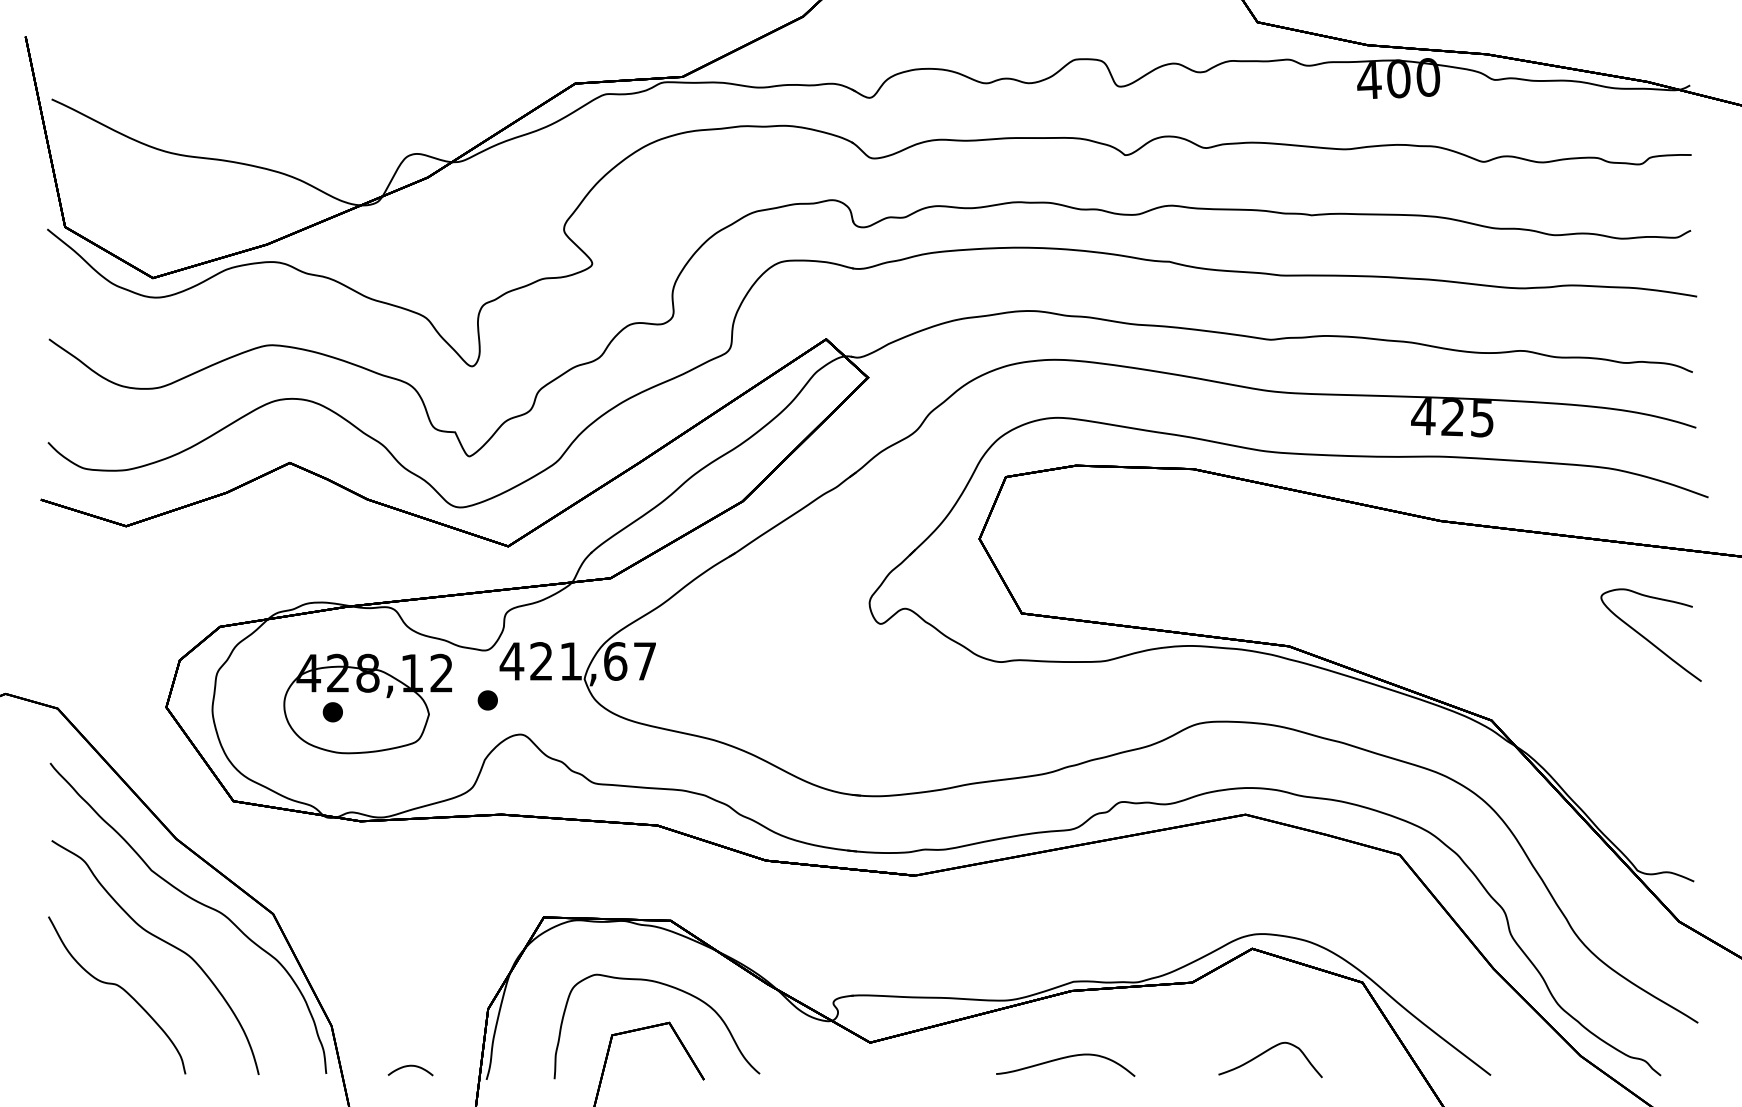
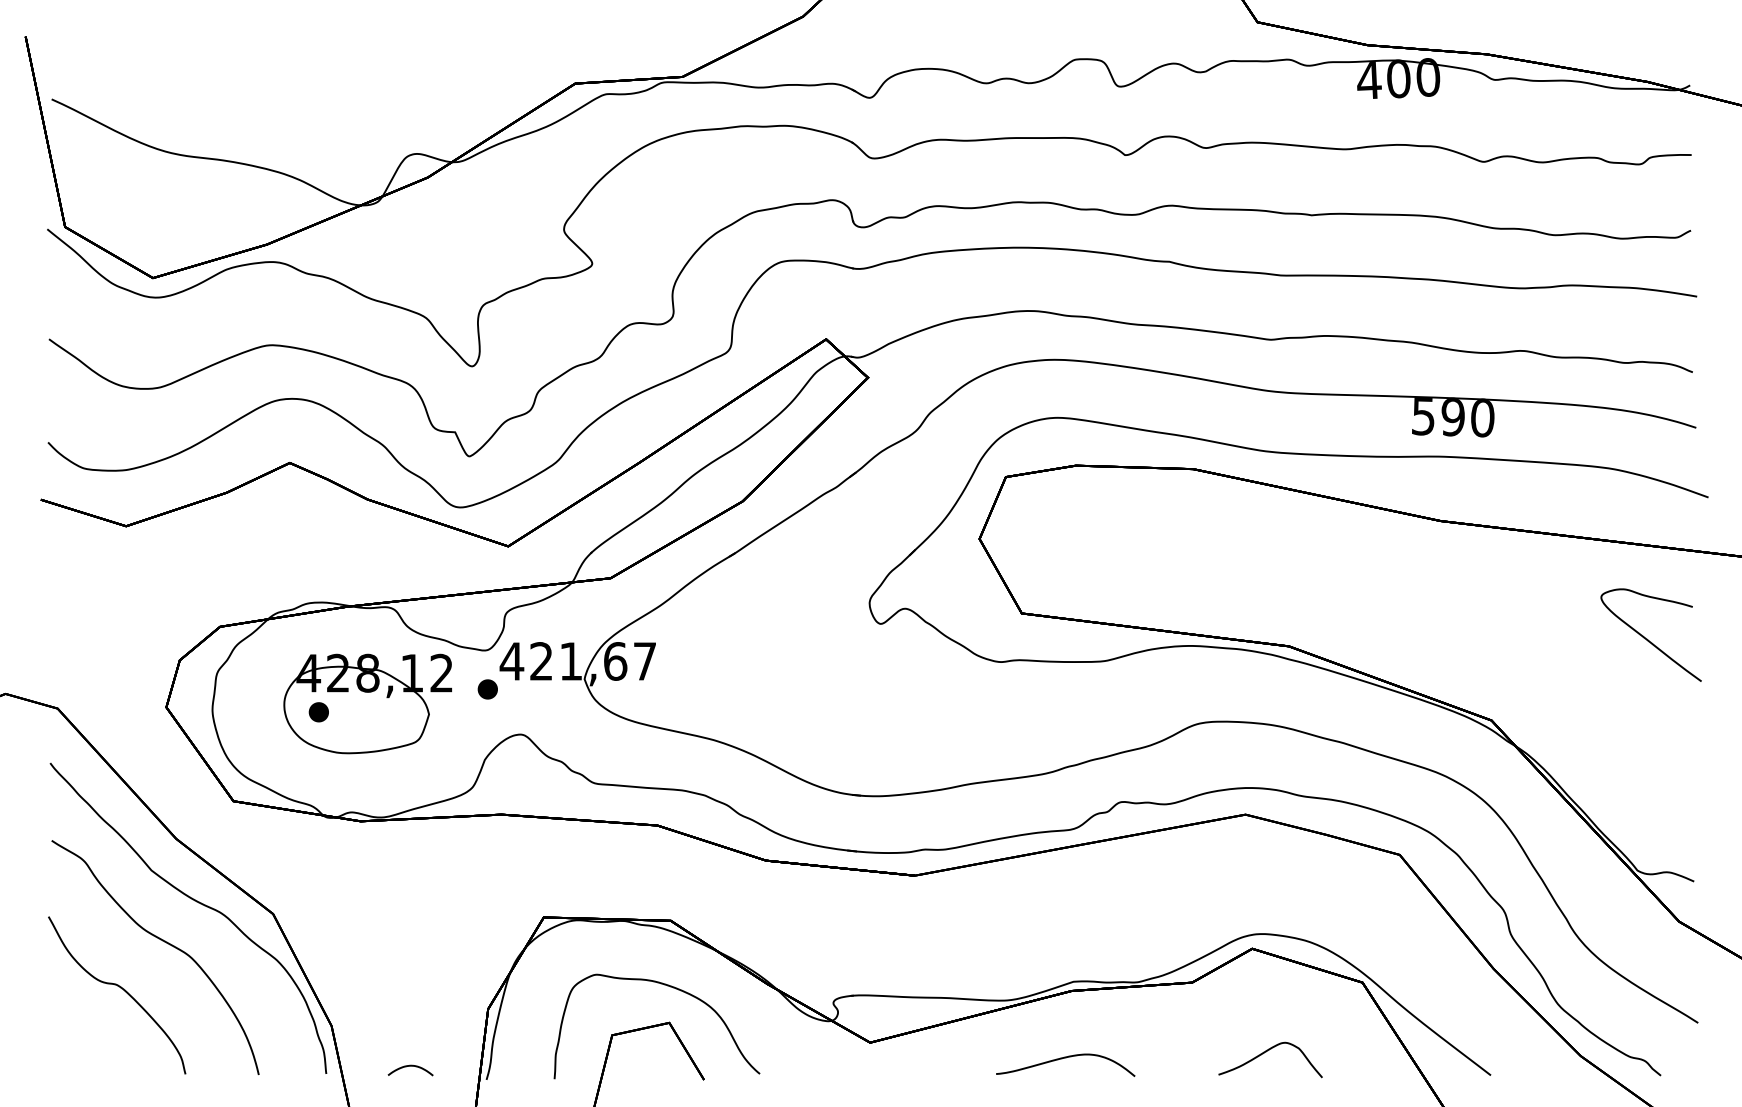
text at (1452, 417): 425 -> 590
part at (487, 700) position: (487, 700) -> (487, 689)
part at (332, 712) position: (332, 712) -> (318, 712)
